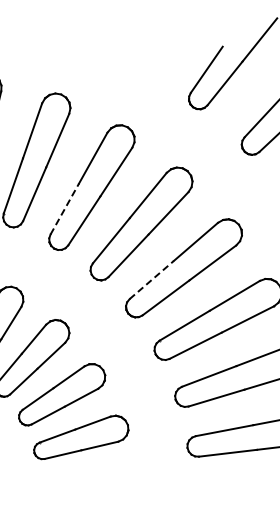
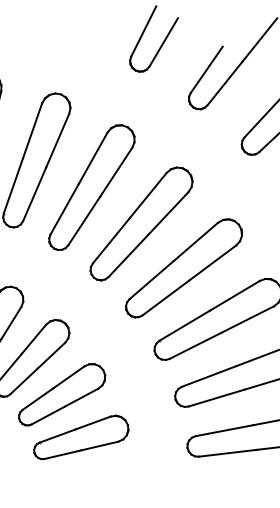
part at (162, 42): none -> present
line at (65, 208): dashed -> solid
line at (152, 279): dashed -> solid
